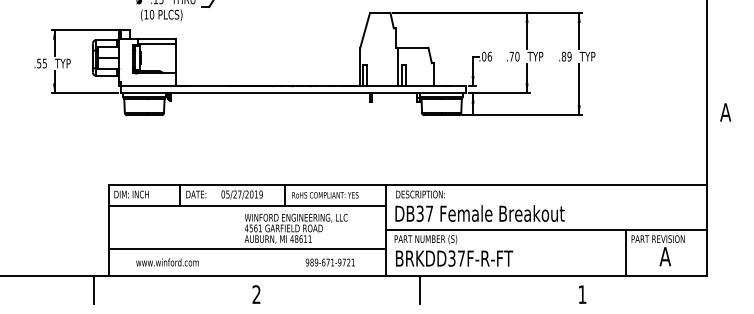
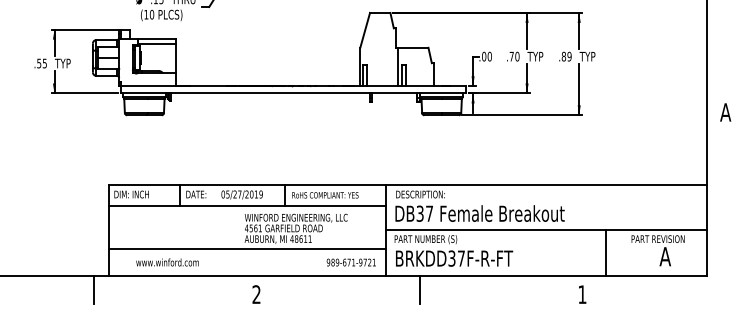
text at (489, 55): .06 -> .00
line at (625, 252) position: (625, 252) -> (605, 252)
text at (329, 262) position: (329, 262) -> (350, 262)
